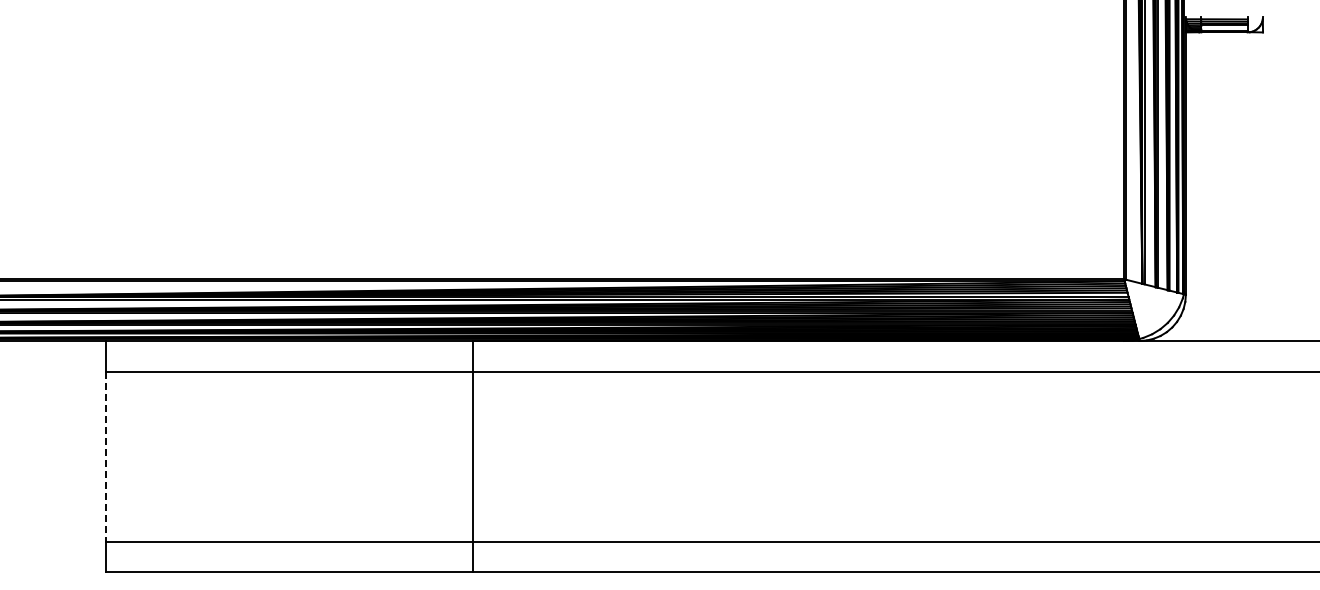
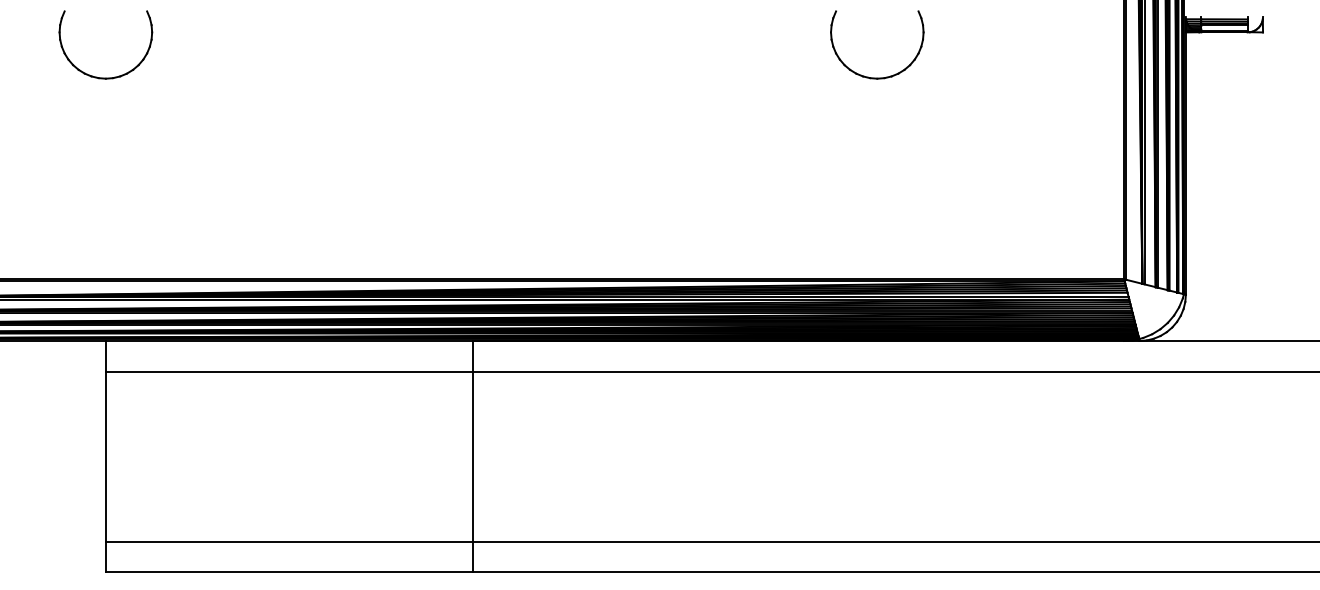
part at (97, 76): none -> present
part at (877, 77): none -> present
line at (105, 456): dashed -> solid
